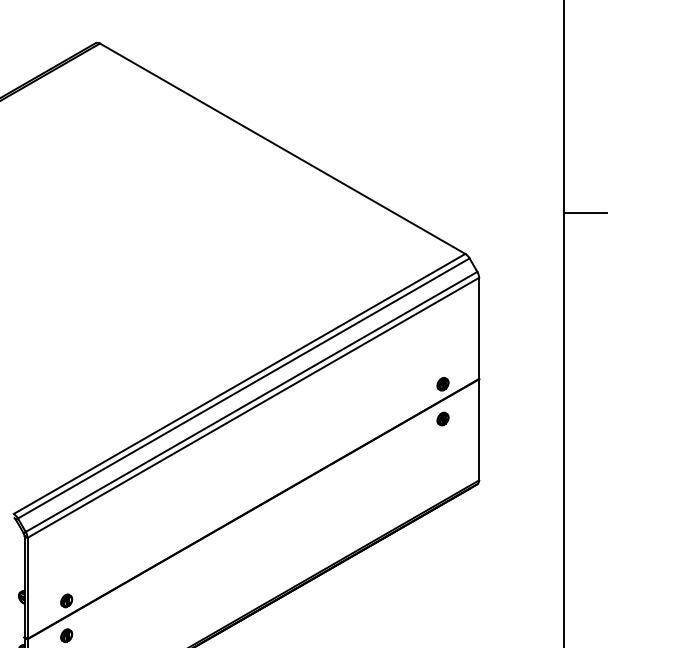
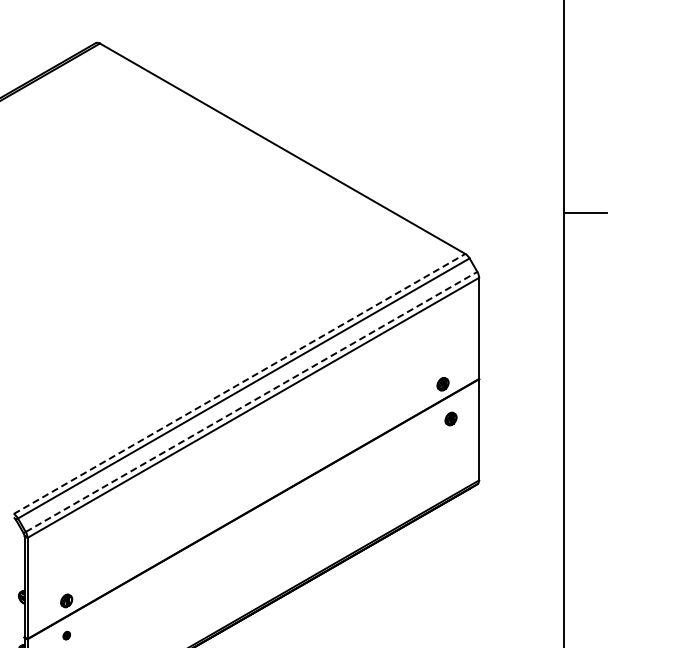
line at (239, 383): solid -> dashed
line at (251, 401): solid -> dashed
part at (442, 418) position: (442, 418) -> (450, 418)
part at (66, 635) size: 14x15 px -> 9x11 px
